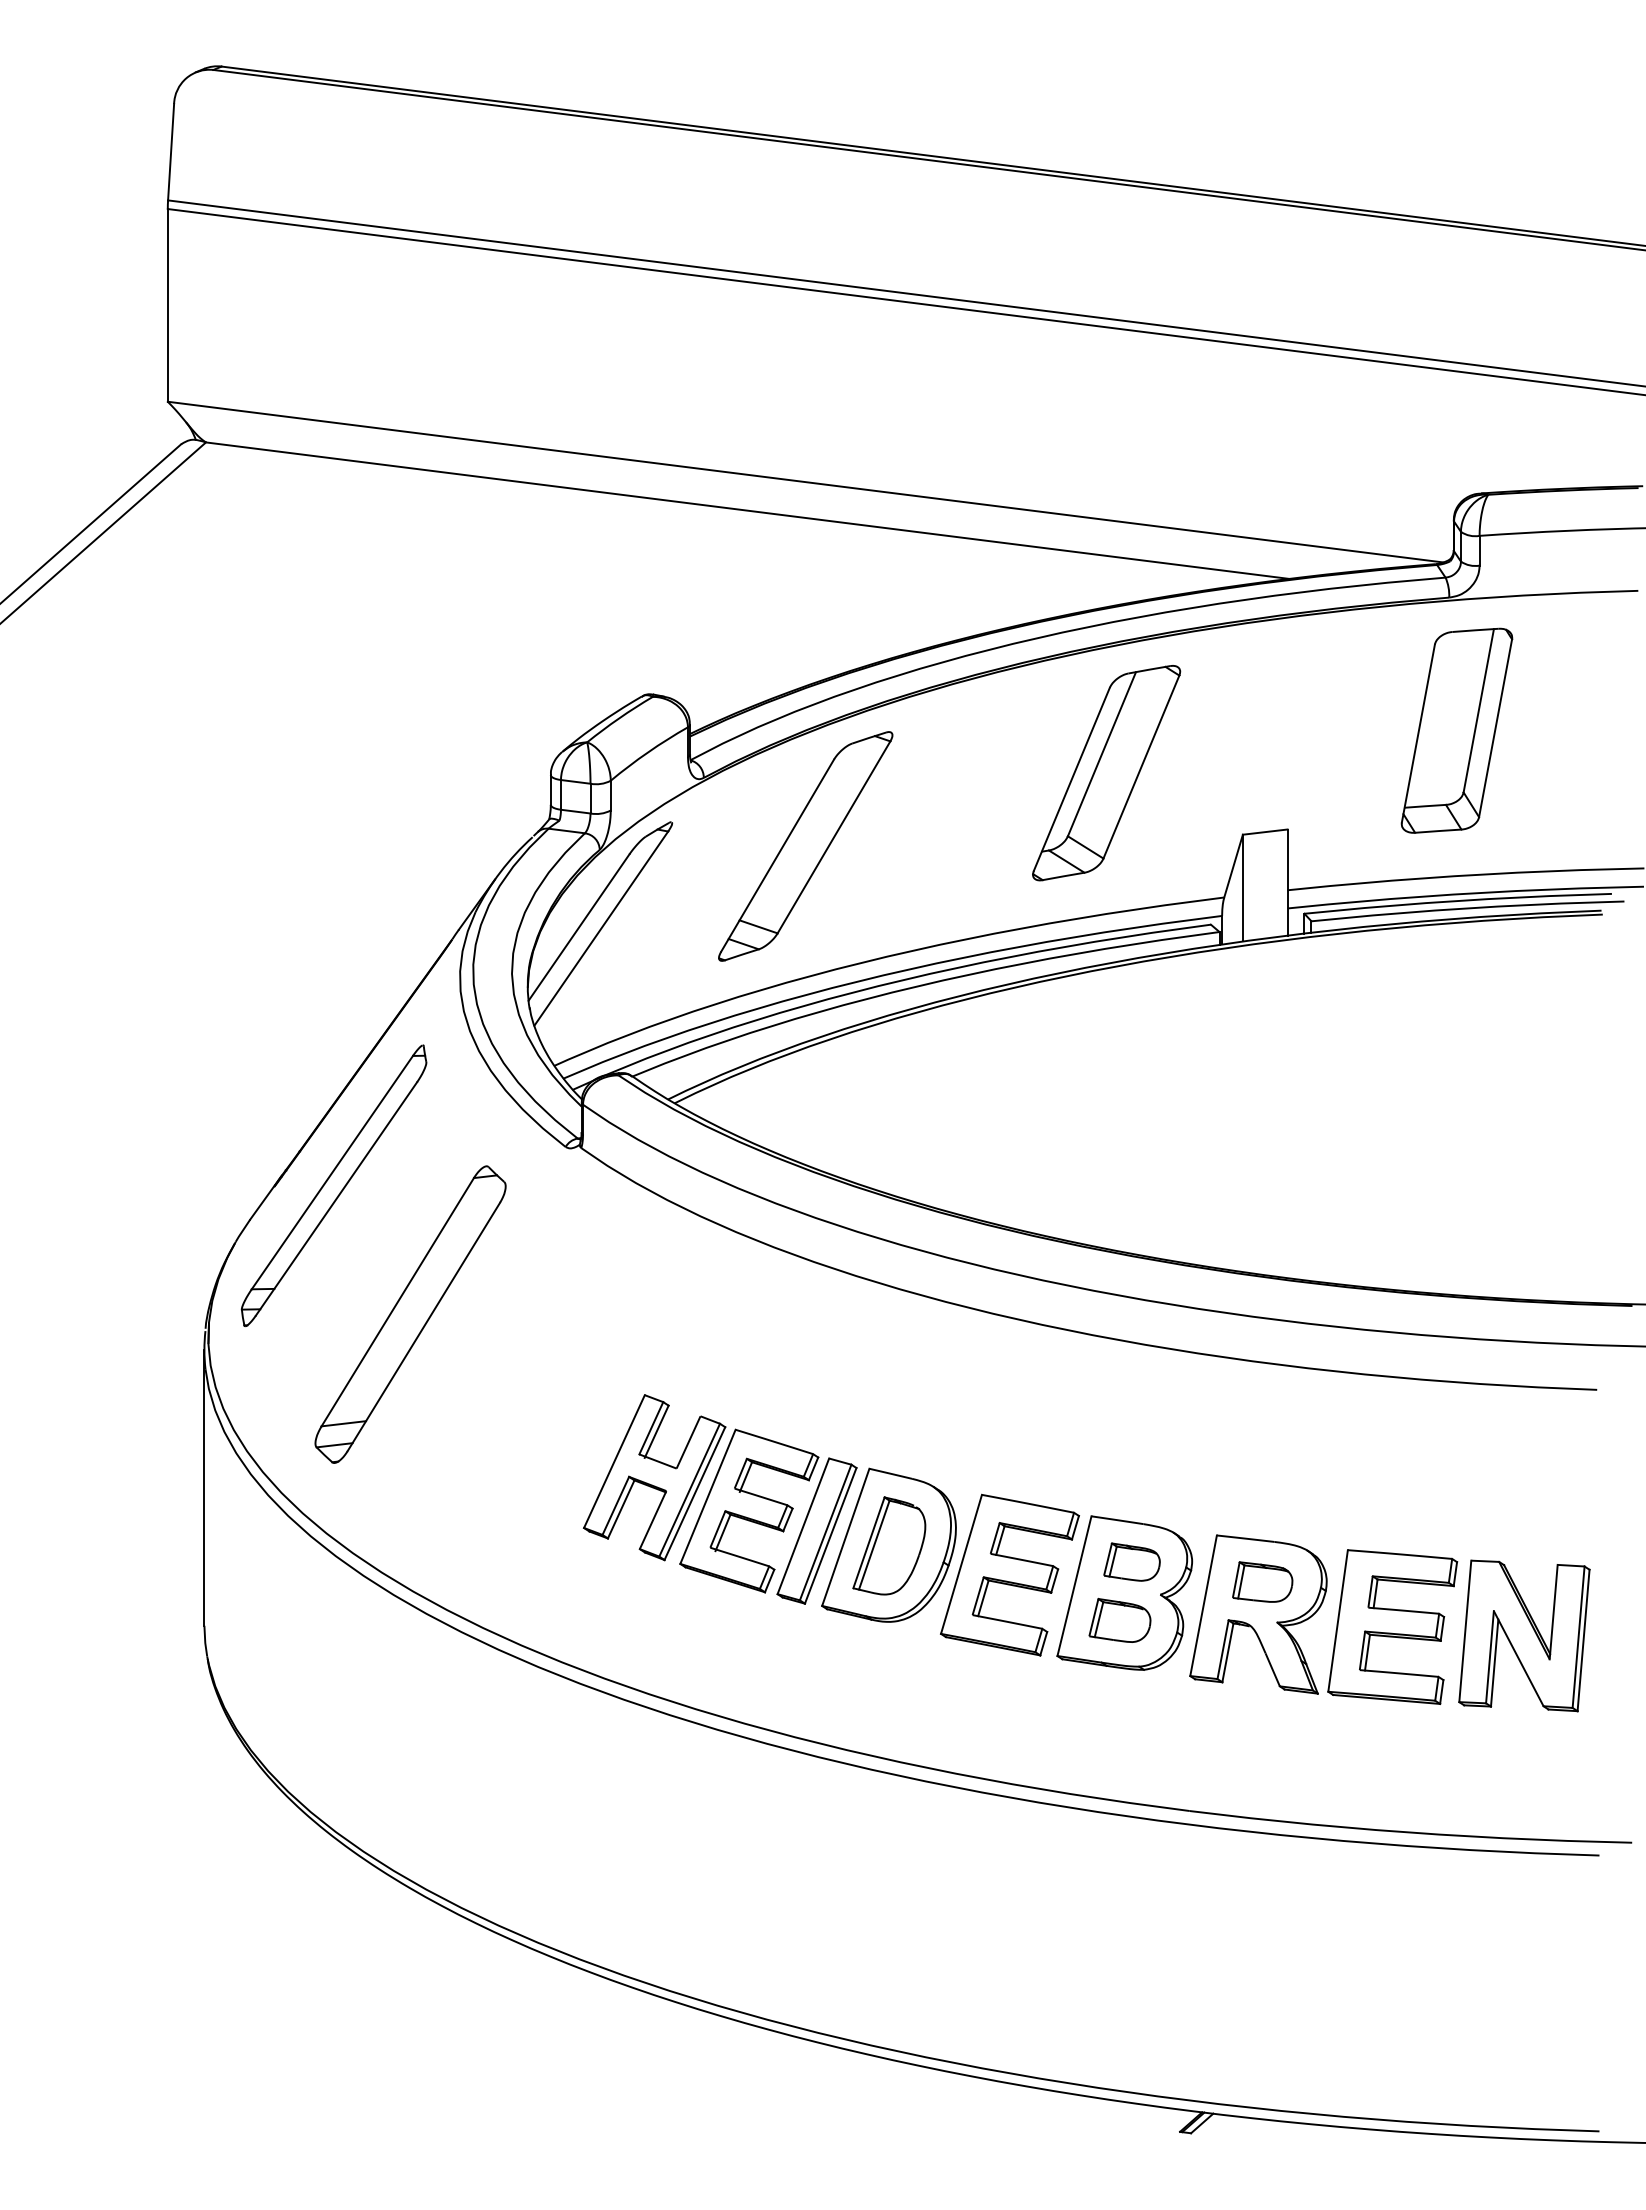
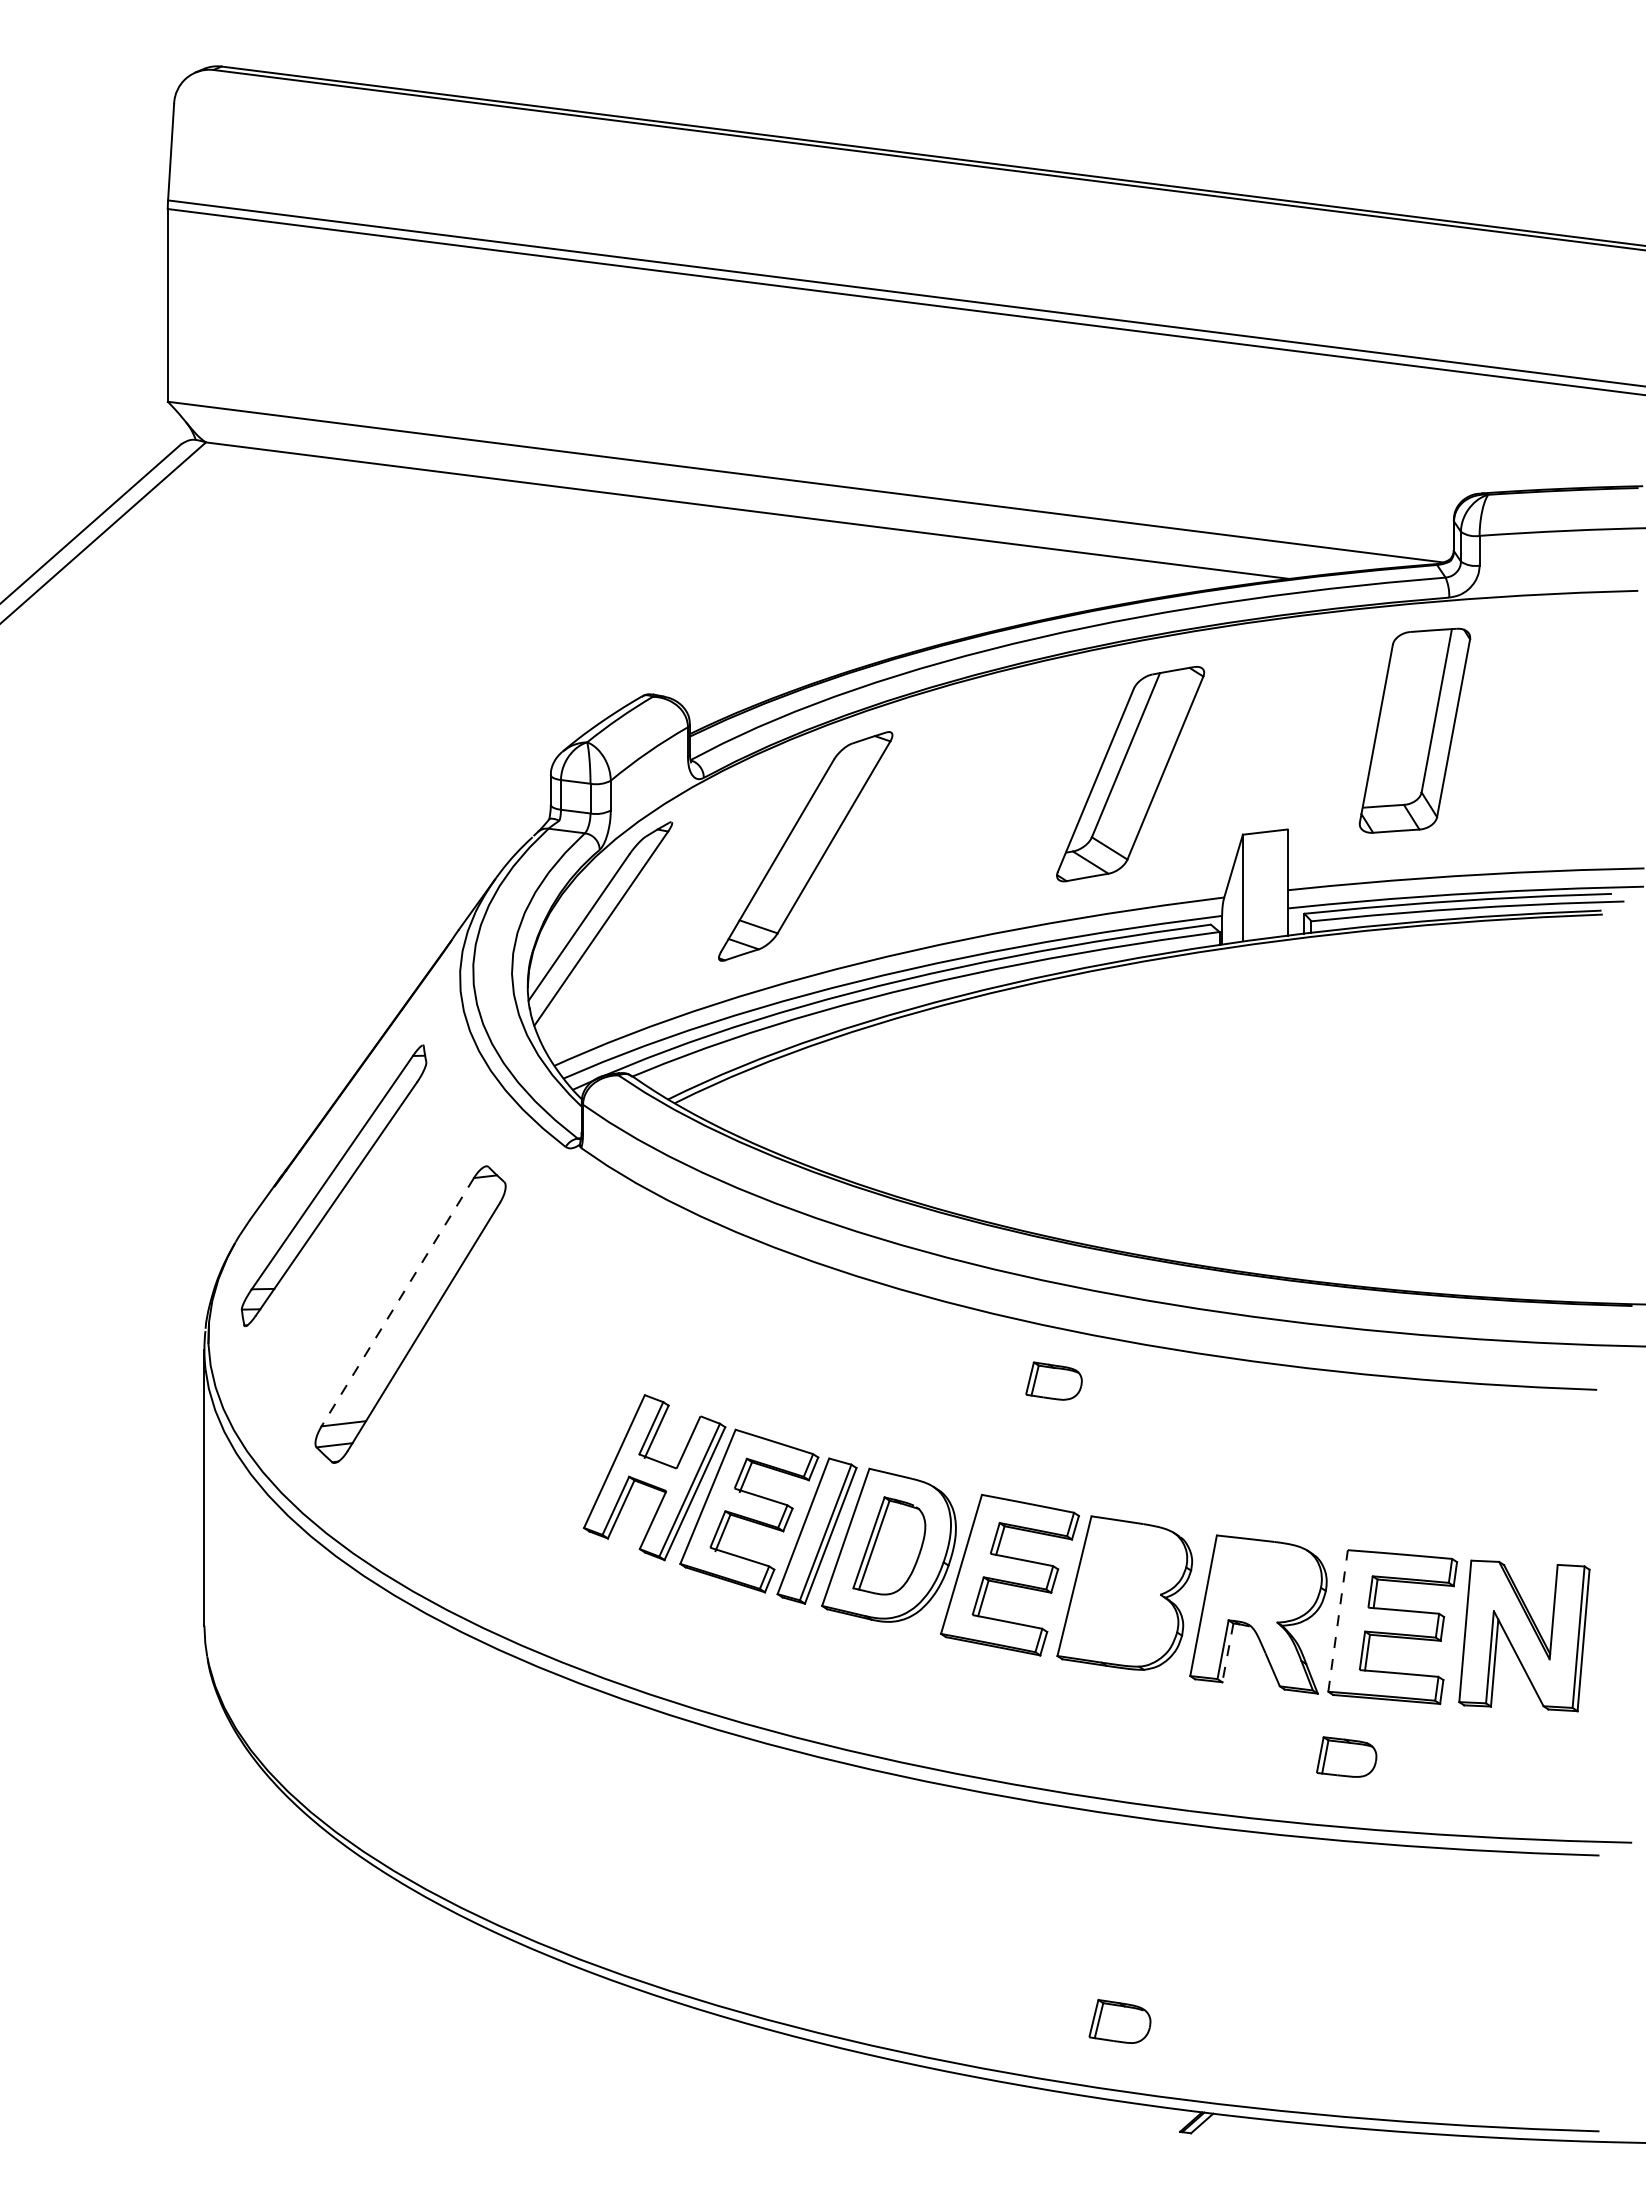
part at (1456, 730) position: (1456, 730) -> (1414, 730)
part at (1106, 773) position: (1106, 773) -> (1130, 774)
line at (397, 1302): solid -> dashed
part at (1131, 1561) position: (1131, 1561) -> (1053, 1380)
part at (1262, 1581) position: (1262, 1581) -> (1346, 1756)
part at (1119, 1619) position: (1119, 1619) -> (1119, 2020)
line at (1338, 1620): solid -> dashed
line at (1227, 1652): solid -> dashed
